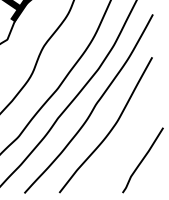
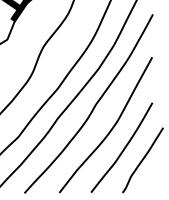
curve at (123, 148): none -> present
